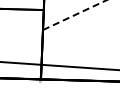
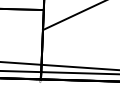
line at (75, 14): dashed -> solid
line at (59, 72): none -> present
